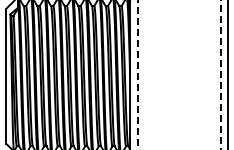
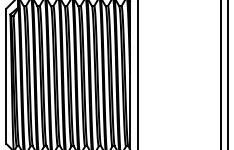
line at (220, 74): dashed -> solid
line at (137, 75): dashed -> solid
